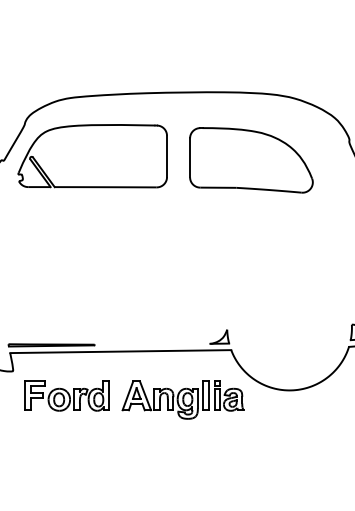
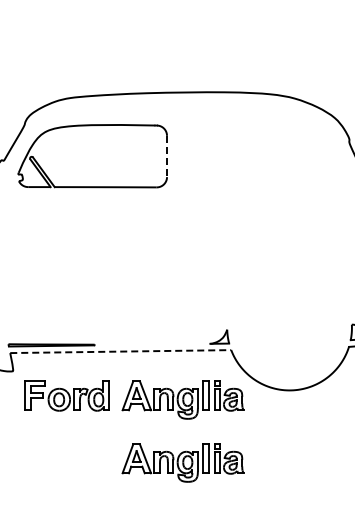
line at (167, 156): solid -> dashed
part at (251, 160): present -> none
line at (120, 351): solid -> dashed
part at (182, 462): none -> present
